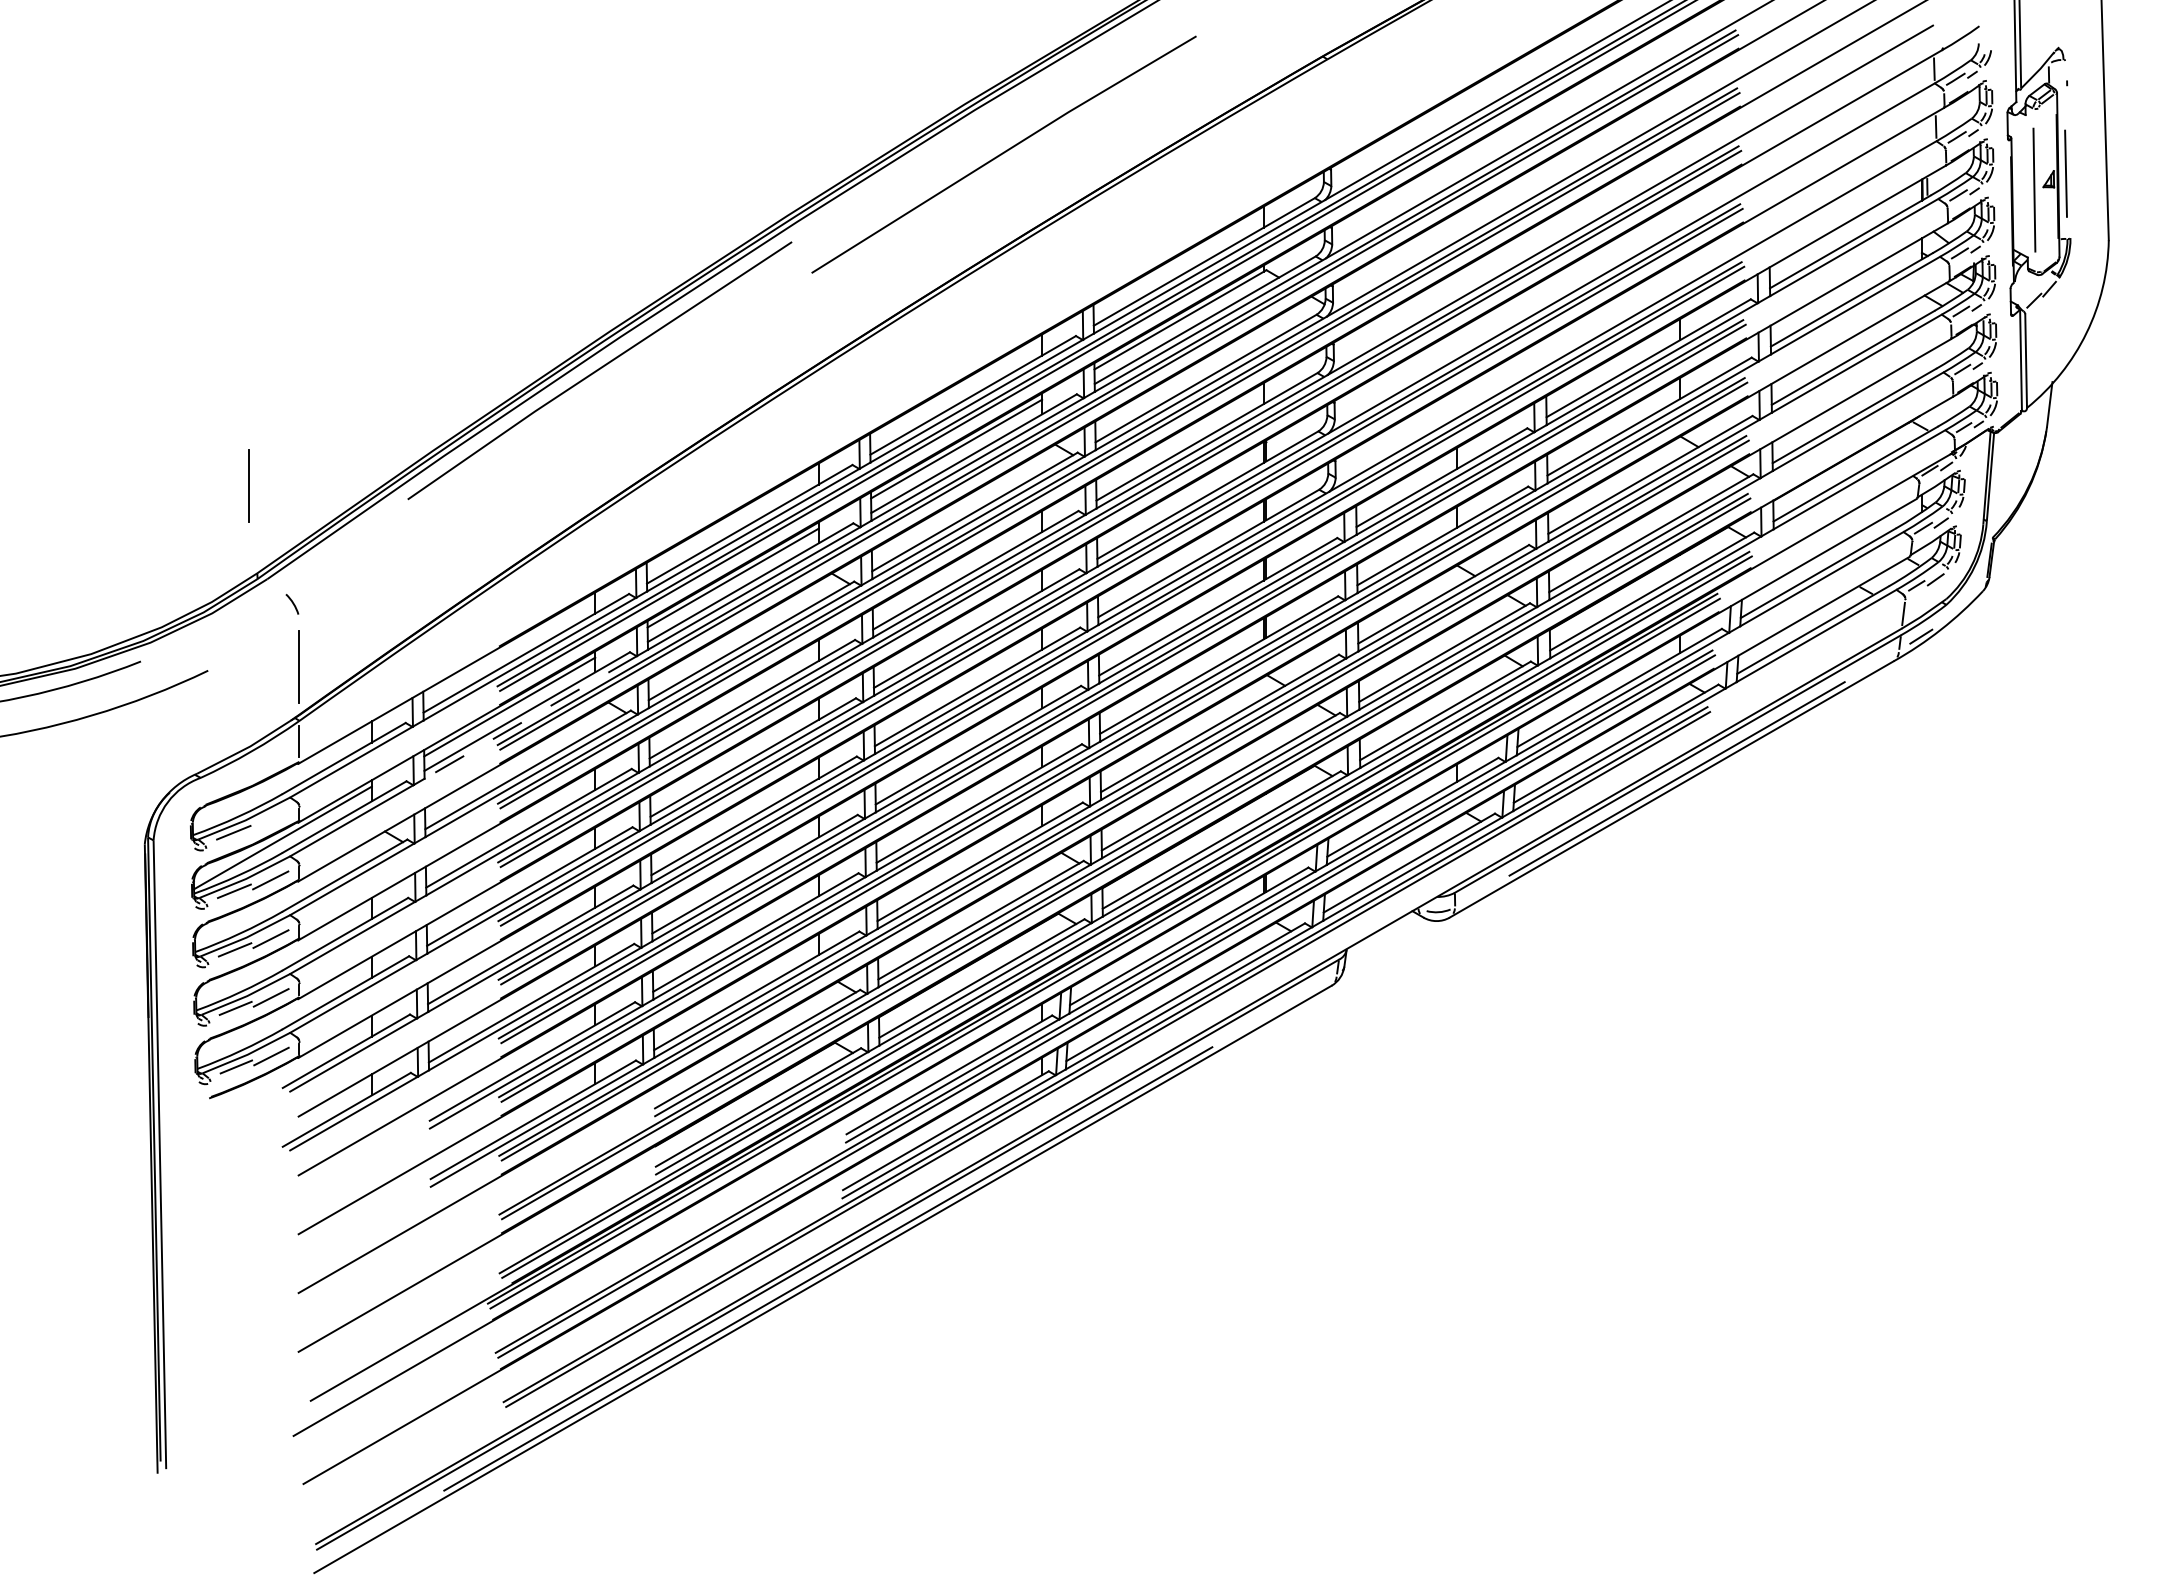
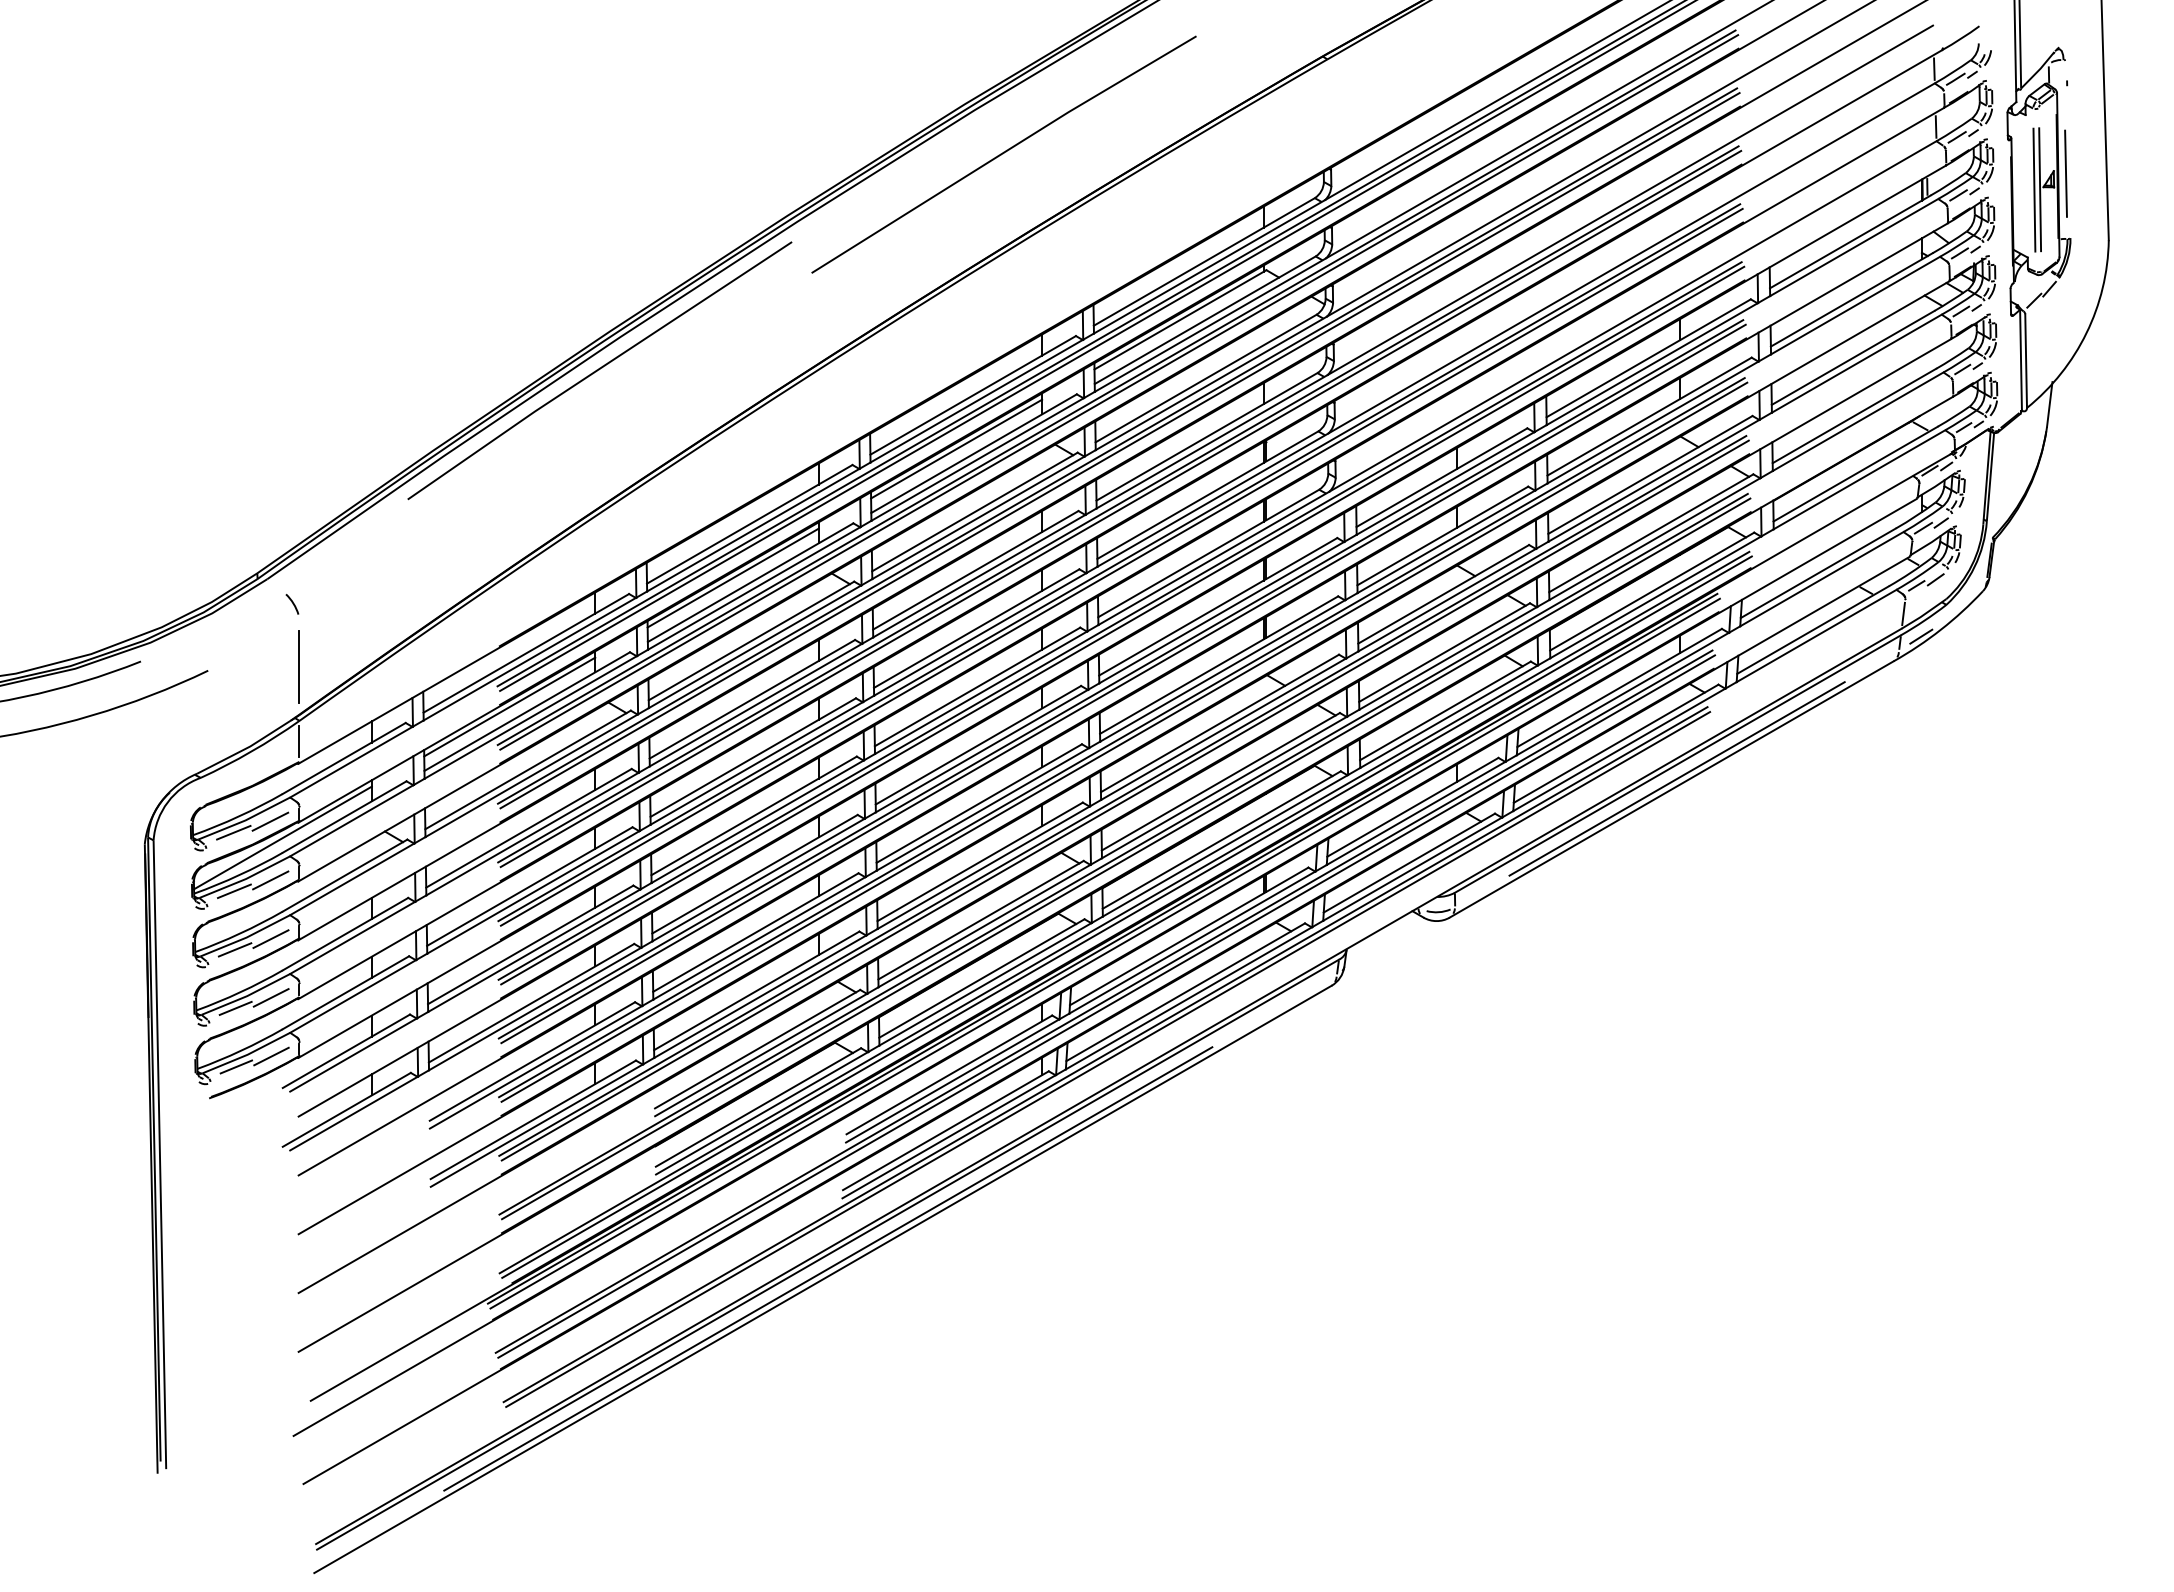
line at (2040, 189): none -> present
line at (248, 485): present -> none
line at (530, 717): dashed -> solid
line at (270, 821): none -> present
